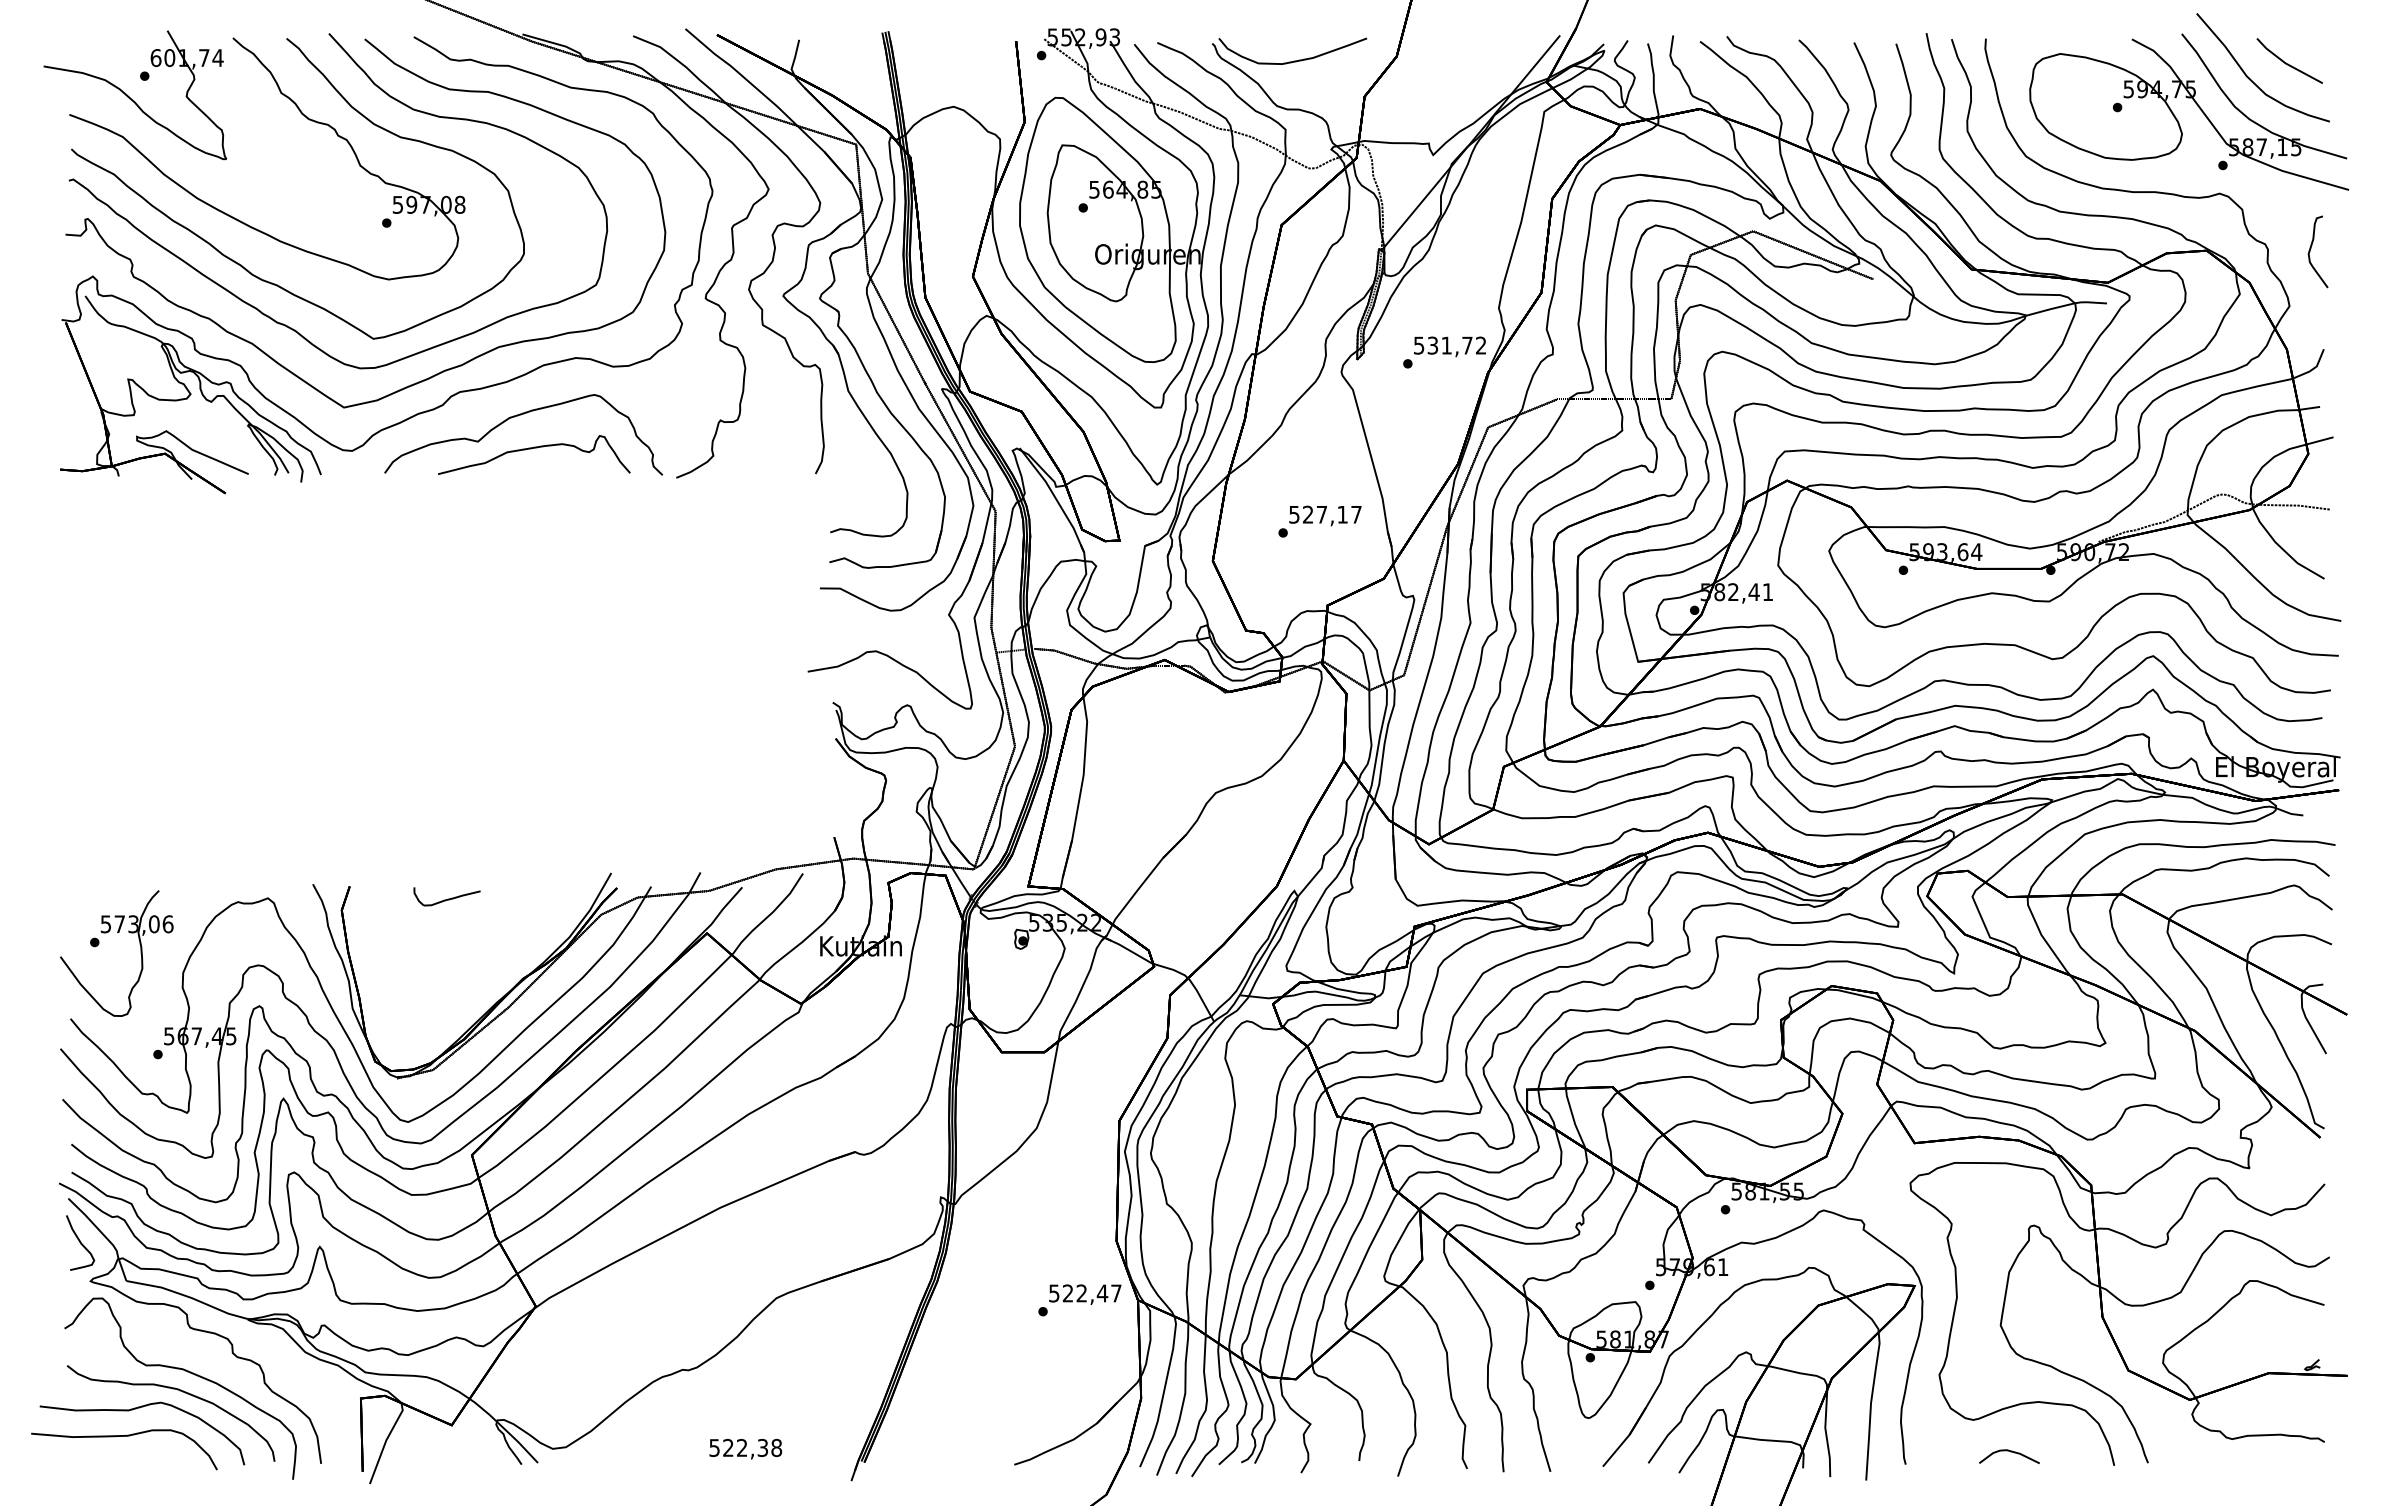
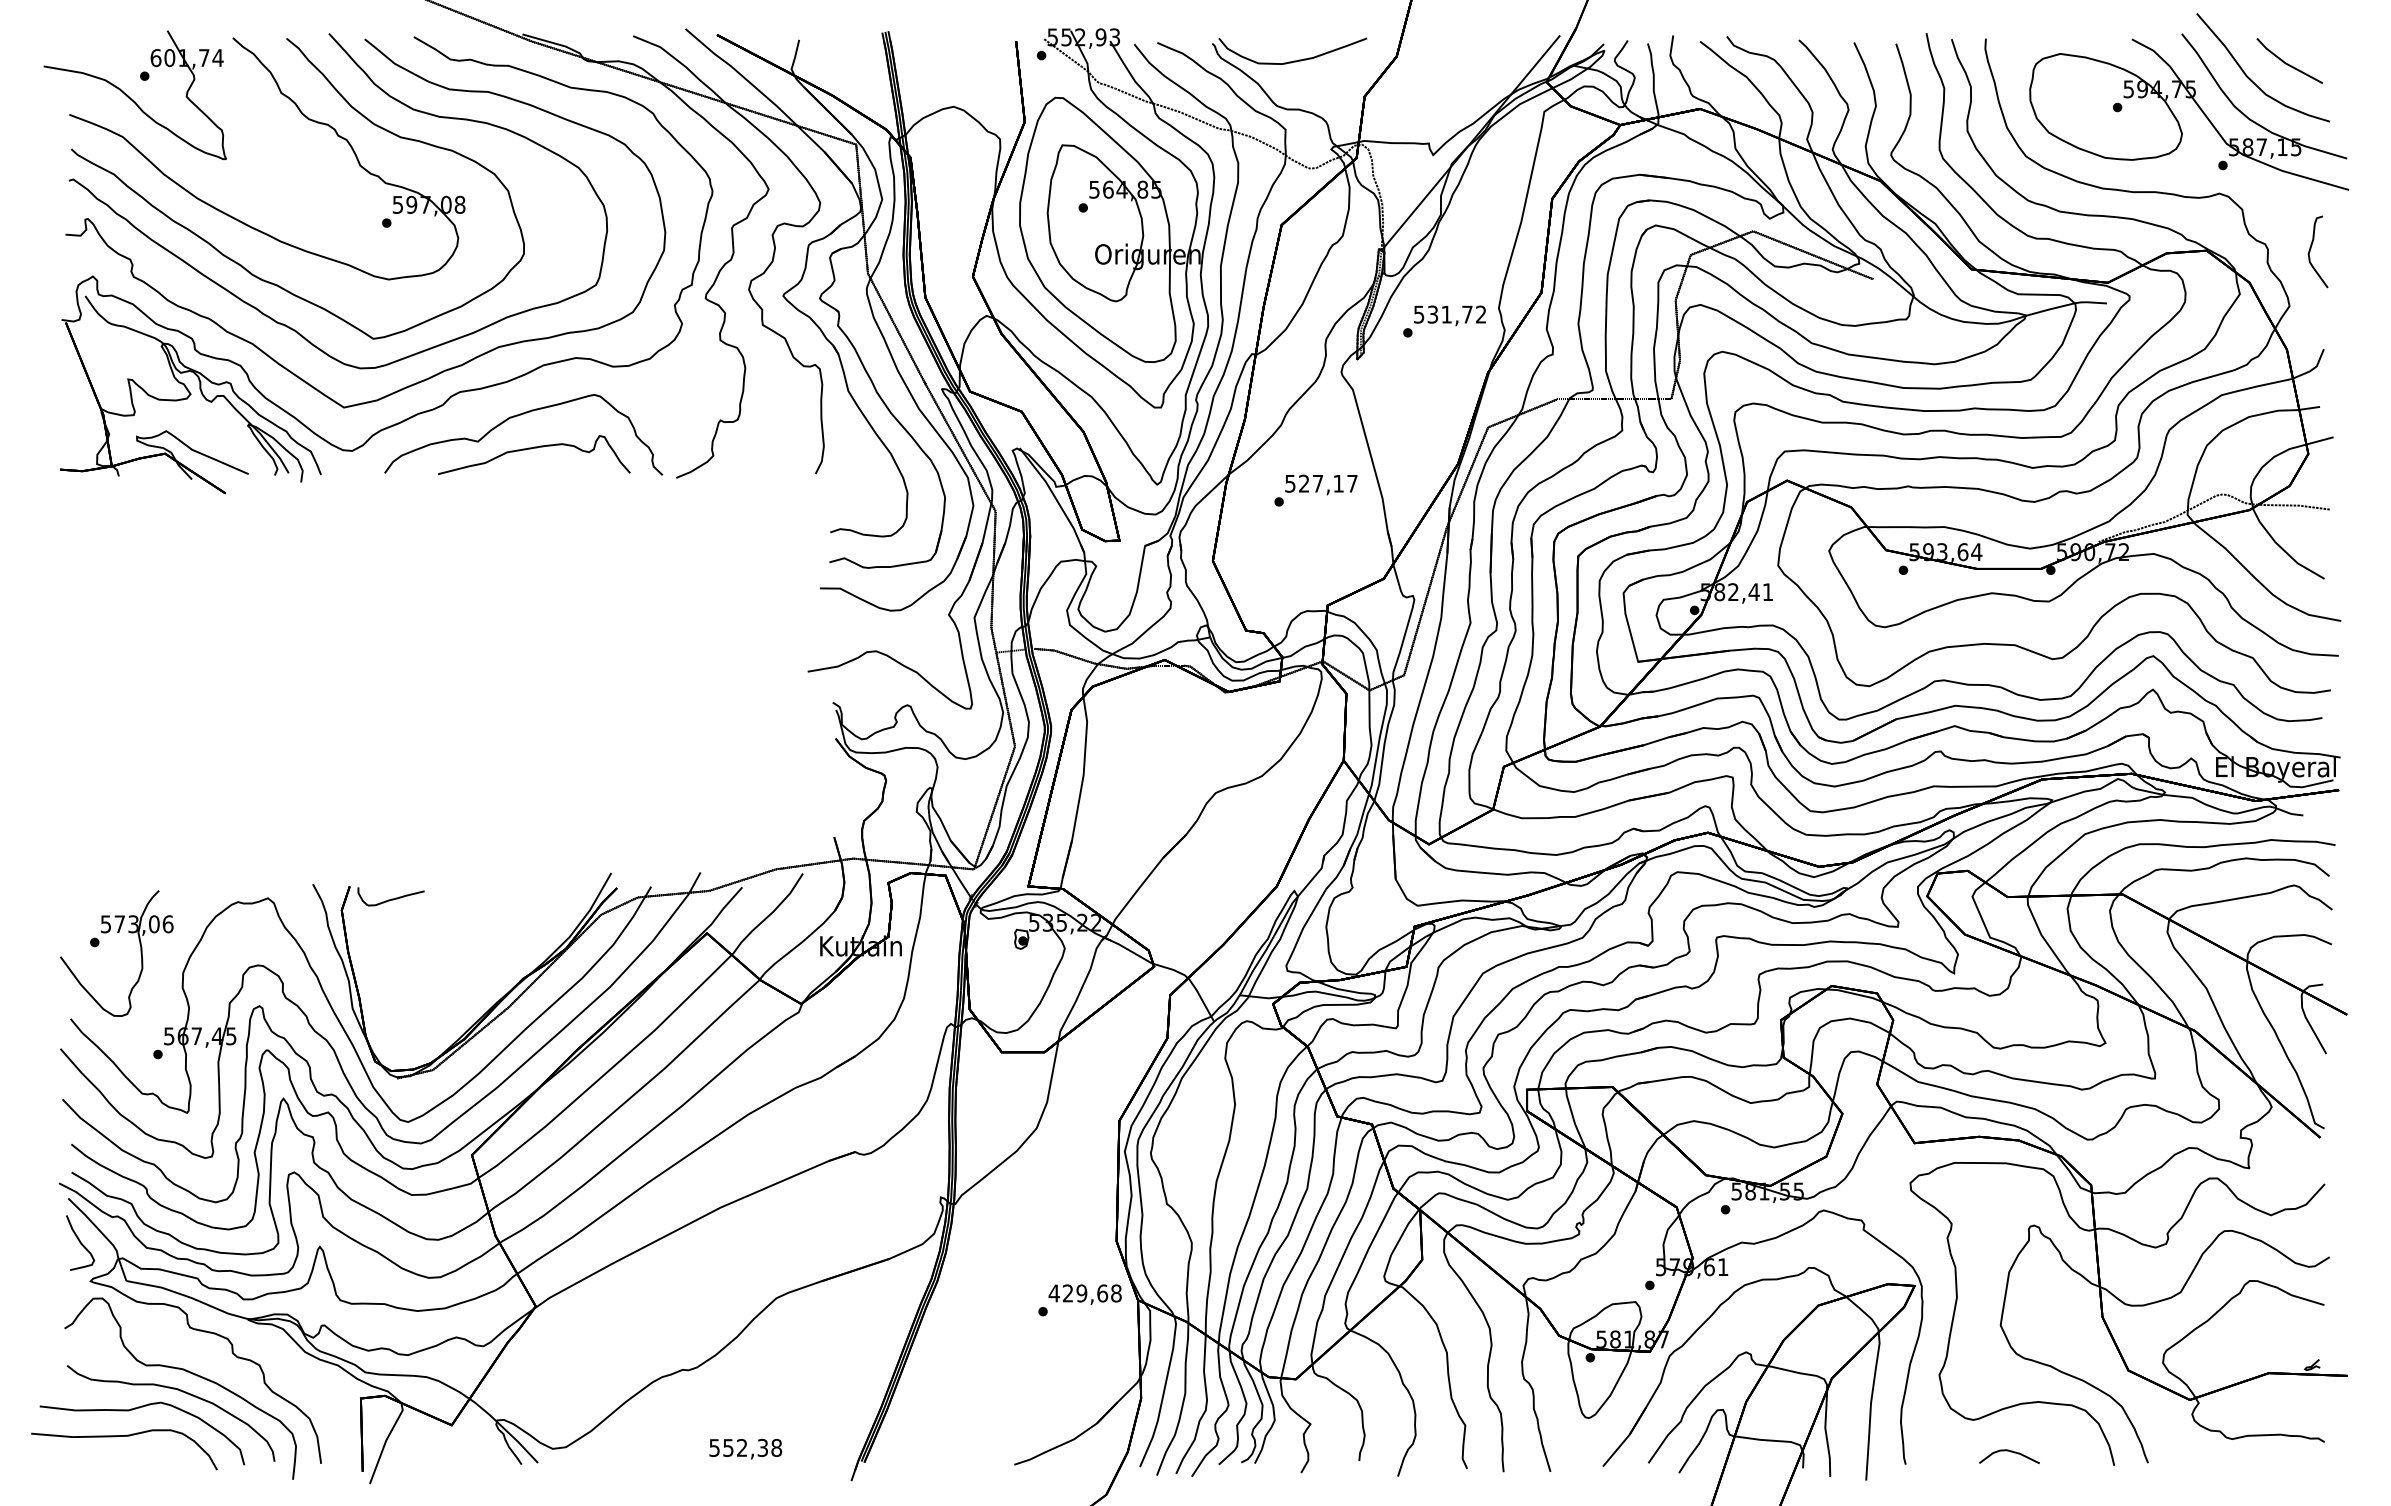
text at (1444, 352) position: (1444, 352) -> (1444, 321)
text at (1319, 521) position: (1319, 521) -> (1315, 490)
part at (446, 896) position: (446, 896) -> (390, 896)
text at (1084, 1293): 522,47 -> 429,68
text at (728, 1447): 522,38 -> 552,38
